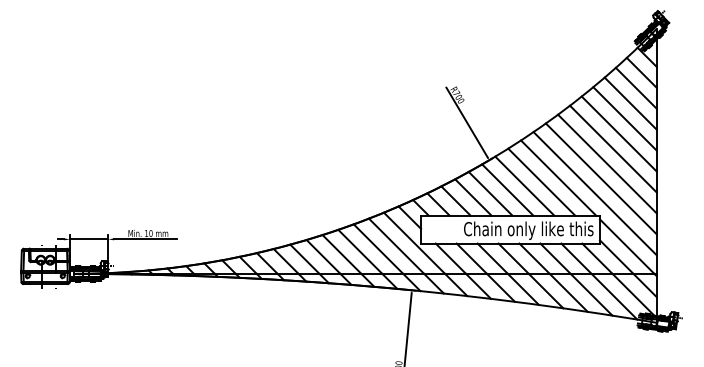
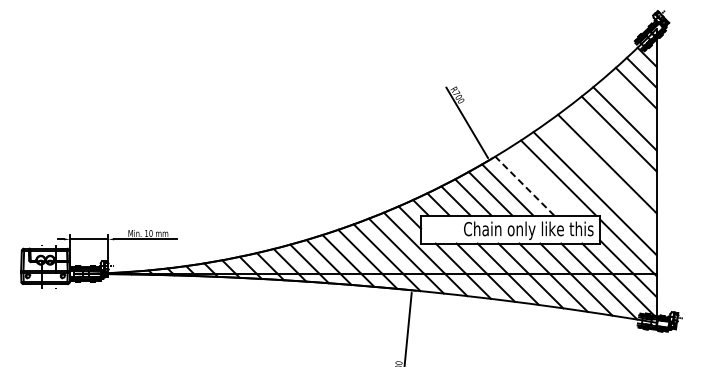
line at (630, 103): present -> none
line at (613, 148): present -> none
line at (600, 178): present -> none
line at (541, 181): present -> none
line at (524, 186): solid -> dashed
